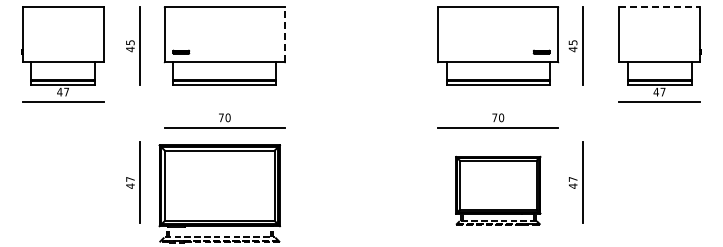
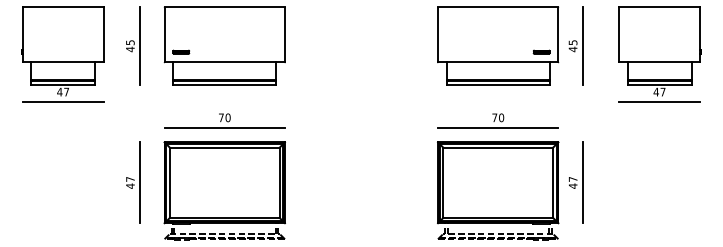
line at (660, 7): dashed -> solid
line at (284, 34): dashed -> solid
part at (498, 190) size: 87x71 px -> 123x100 px
part at (219, 193) position: (219, 193) -> (224, 190)
